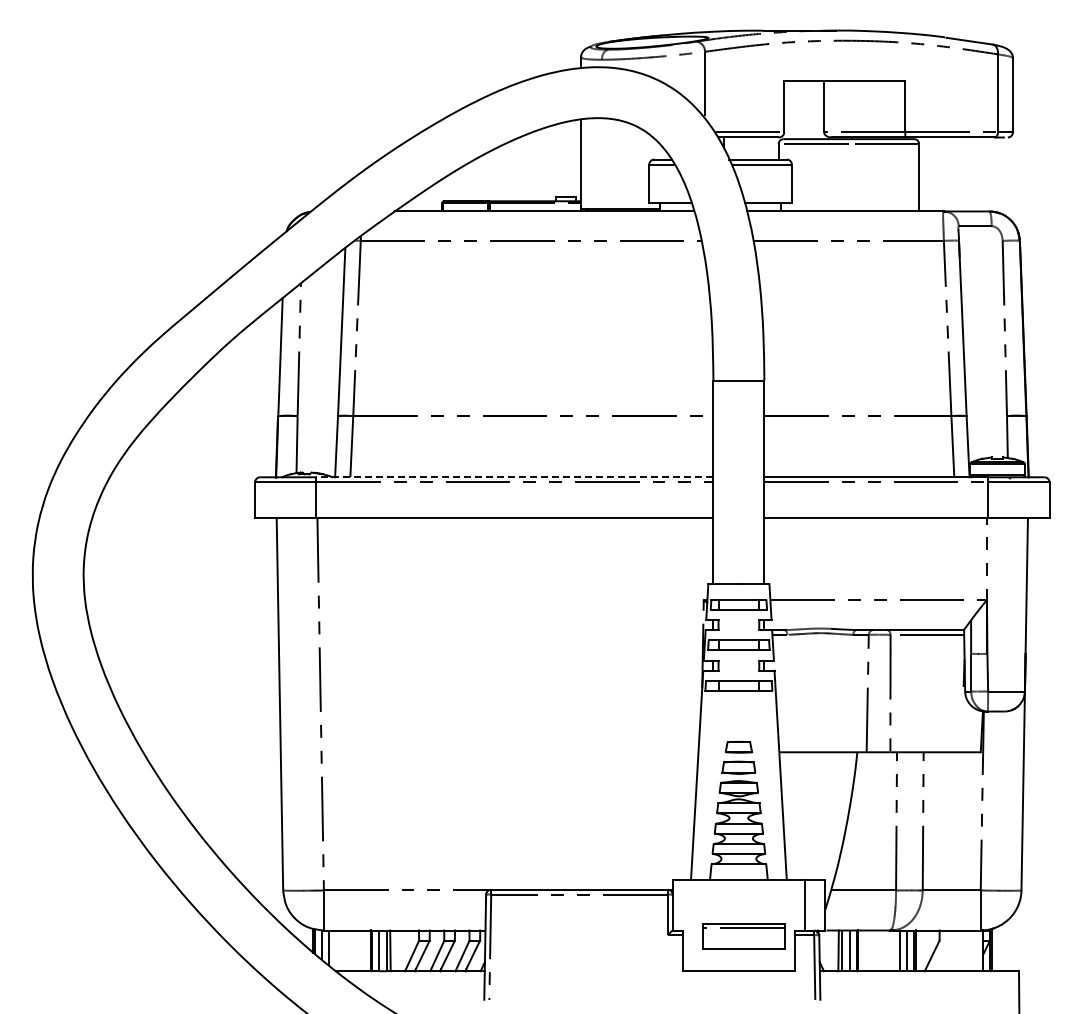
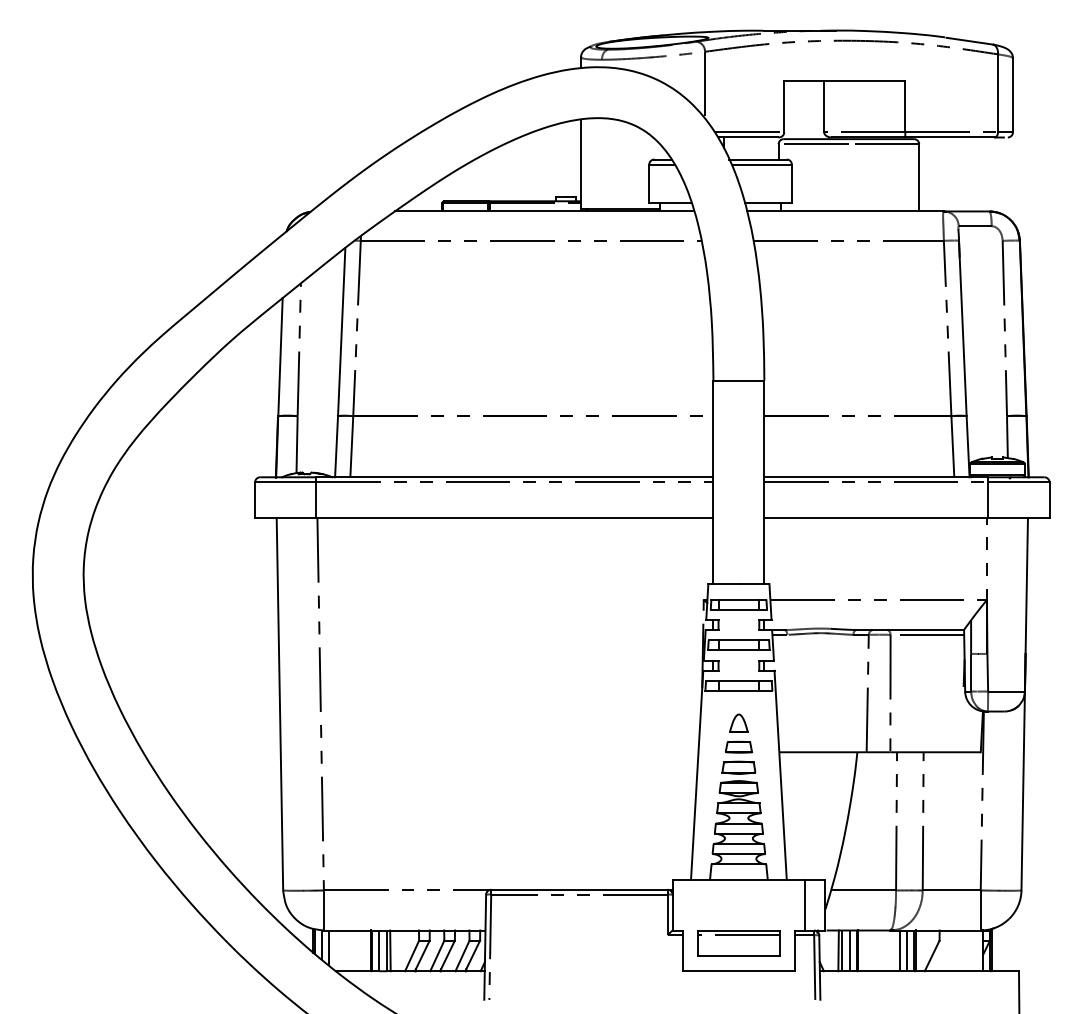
line at (514, 477): dashed -> solid
part at (738, 722): none -> present
part at (743, 936) position: (743, 936) -> (738, 943)
